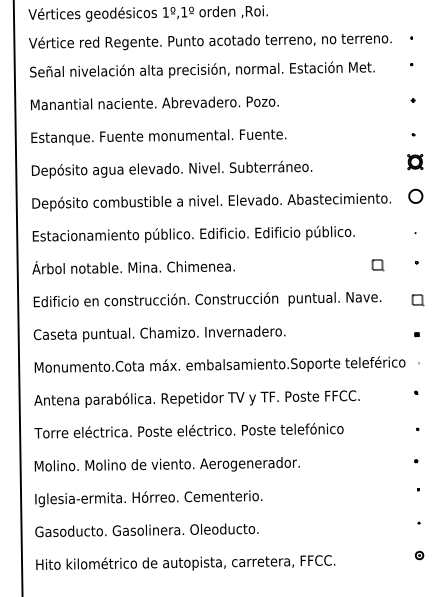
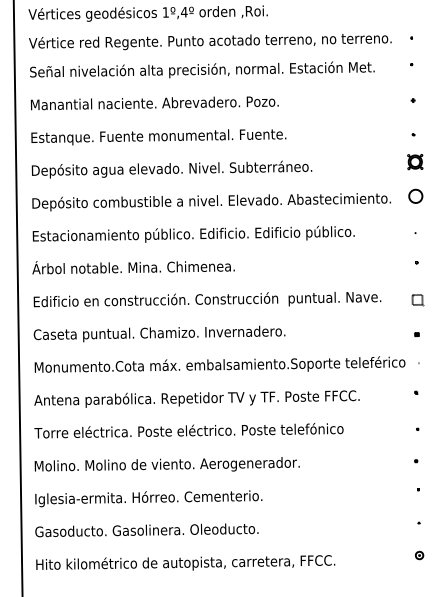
text at (183, 12): 1º,1º -> 1º,4º
part at (377, 265): present -> none
